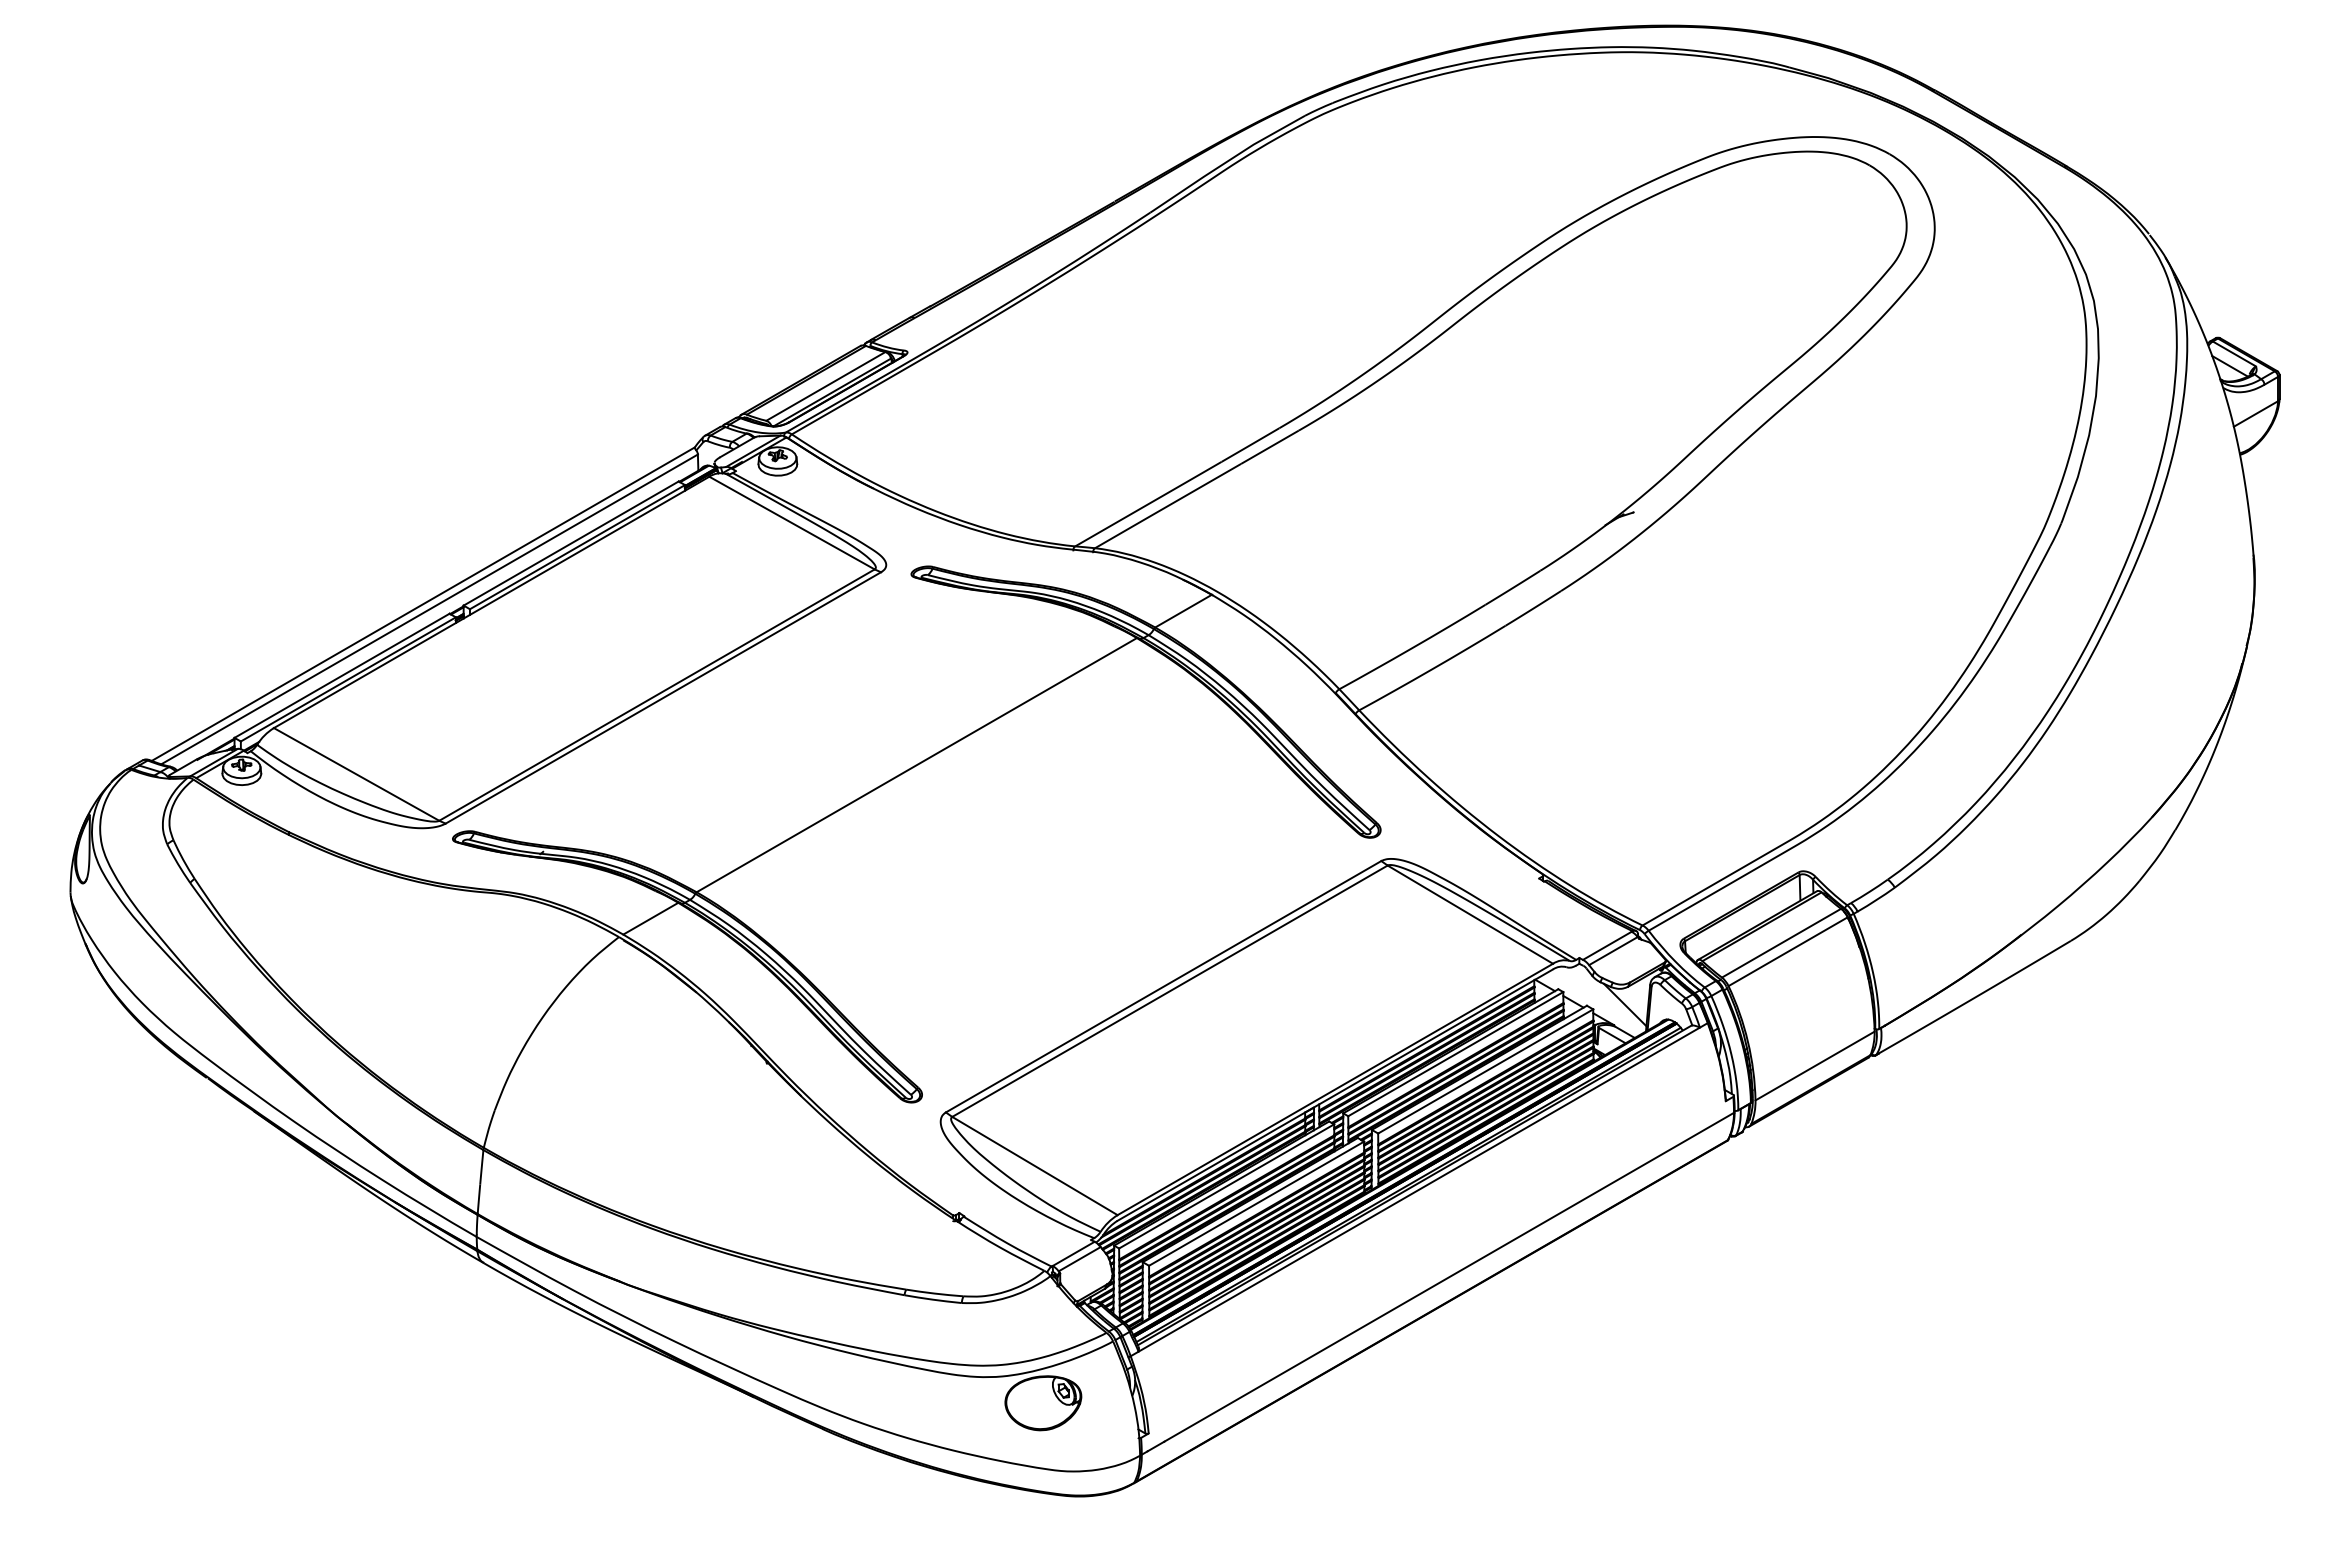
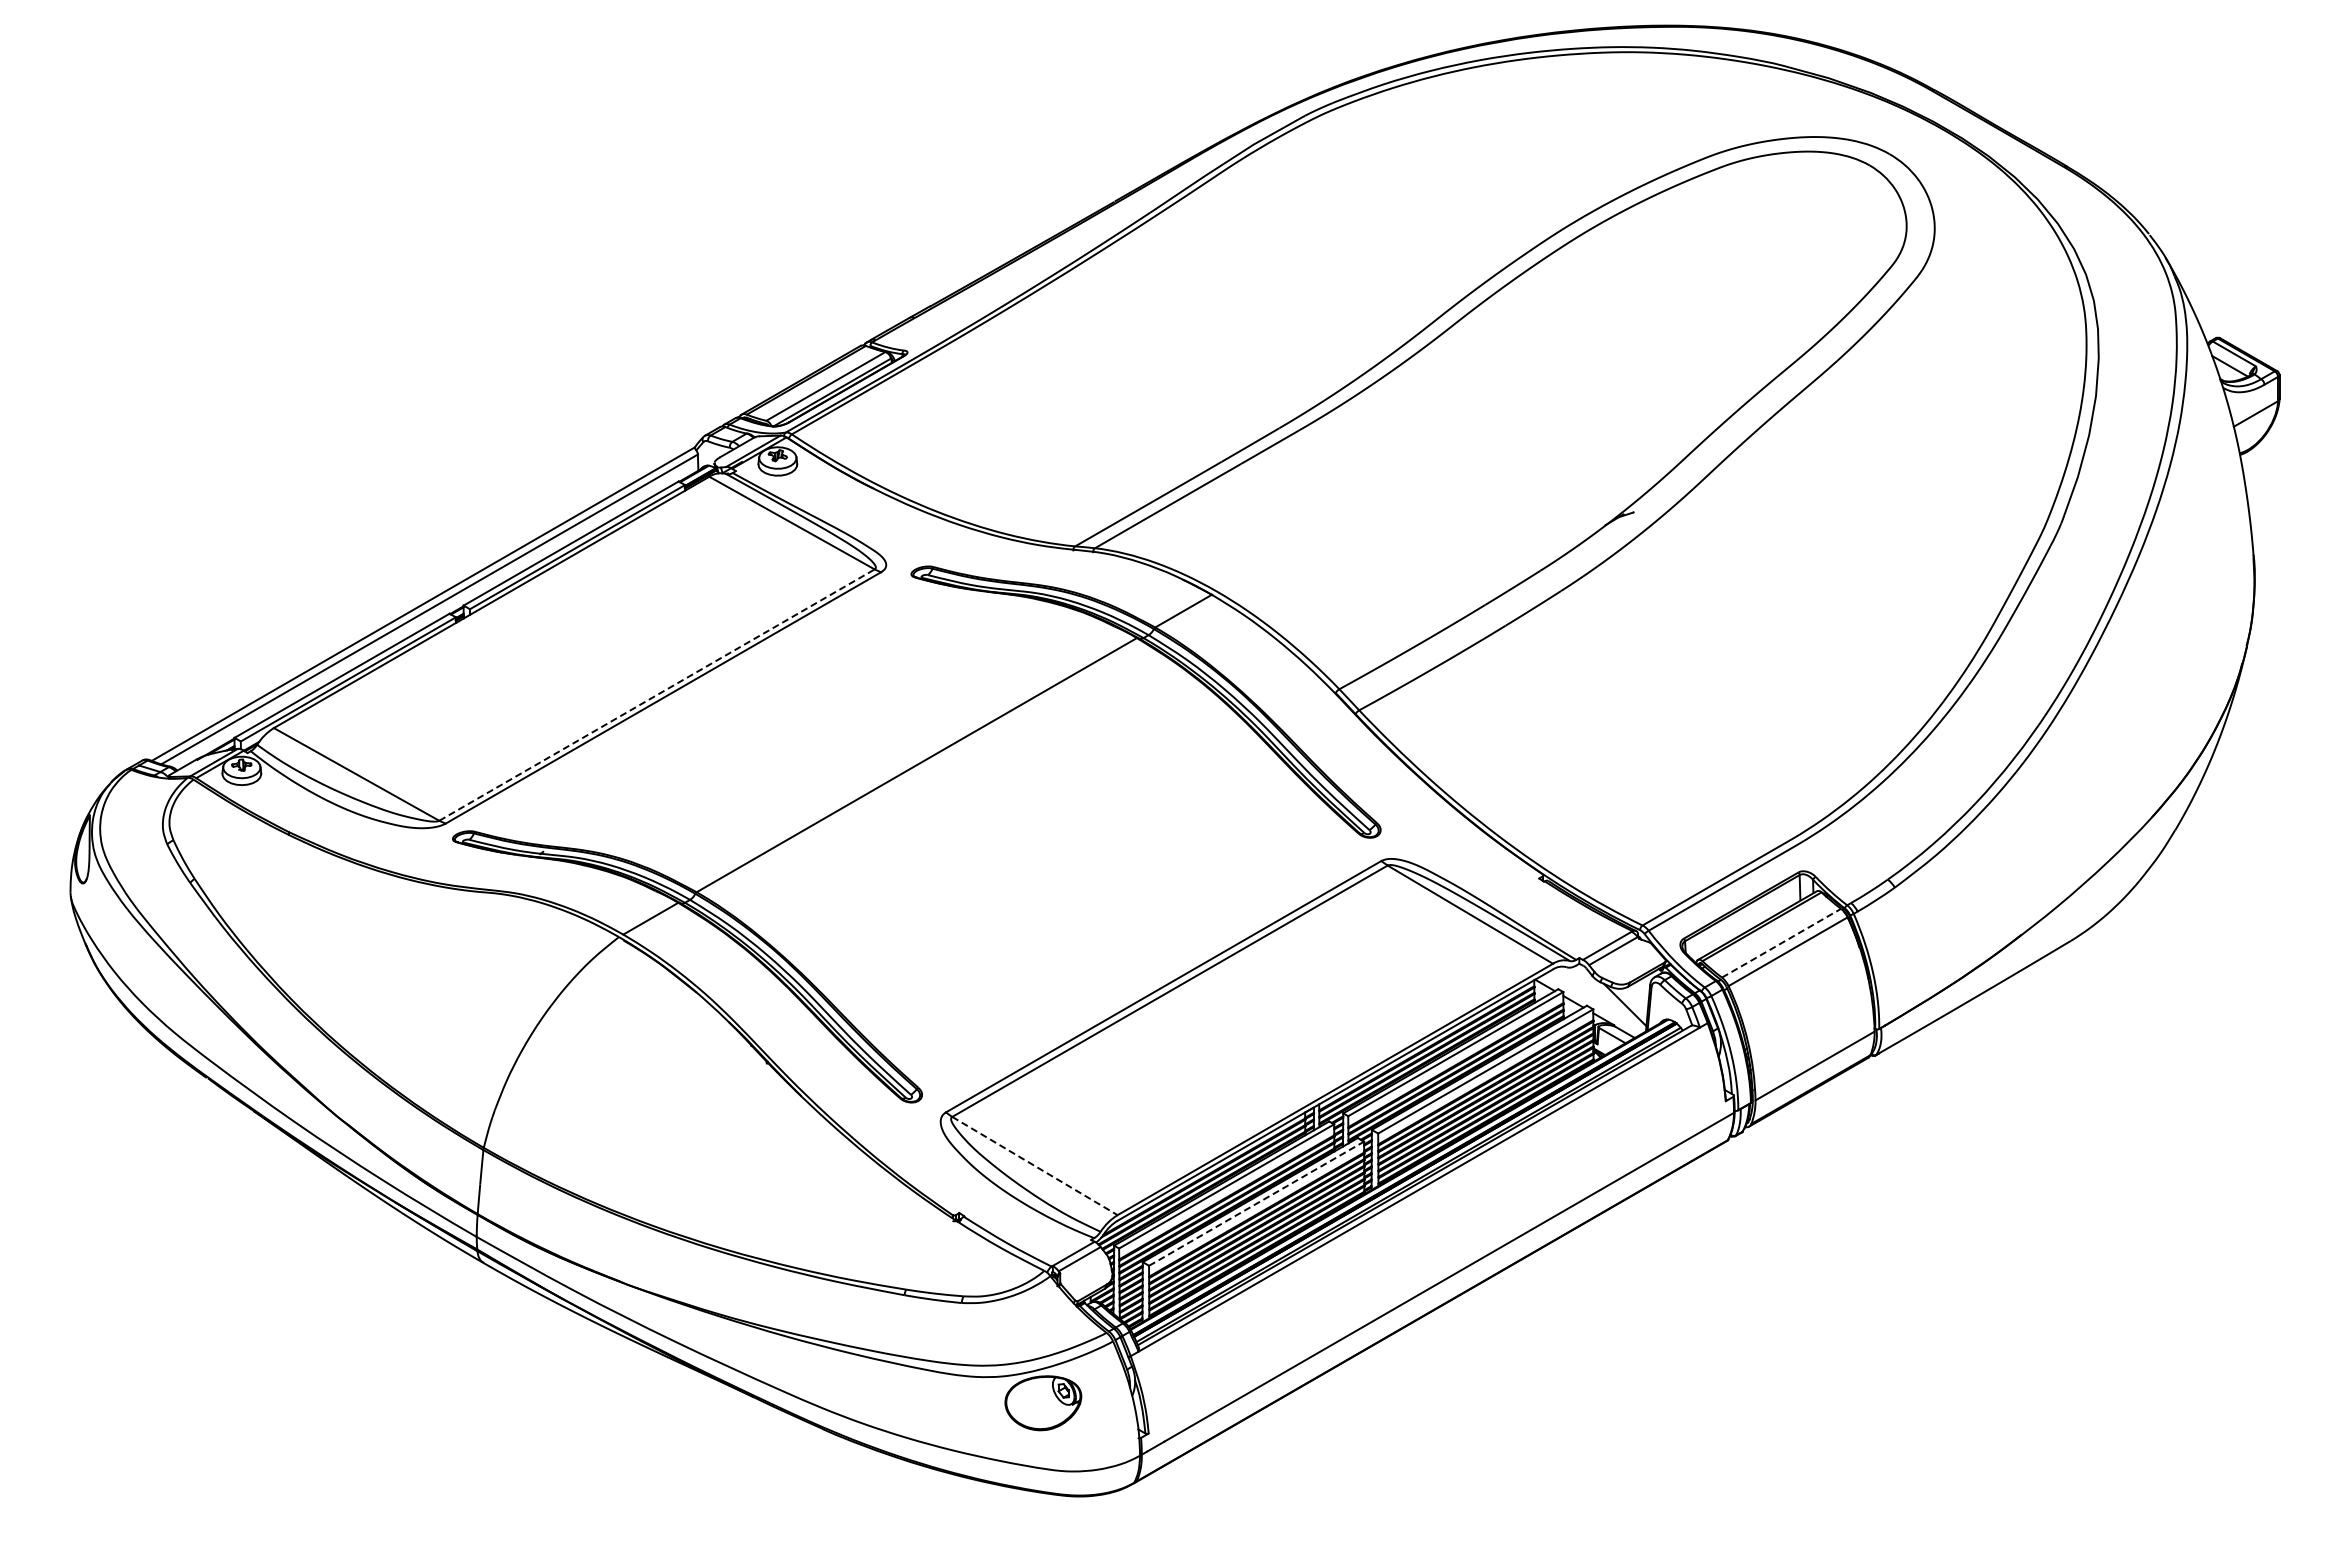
line at (657, 694): solid -> dashed
line at (1781, 943): solid -> dashed
line at (1035, 1166): solid -> dashed
line at (1257, 1203): solid -> dashed
